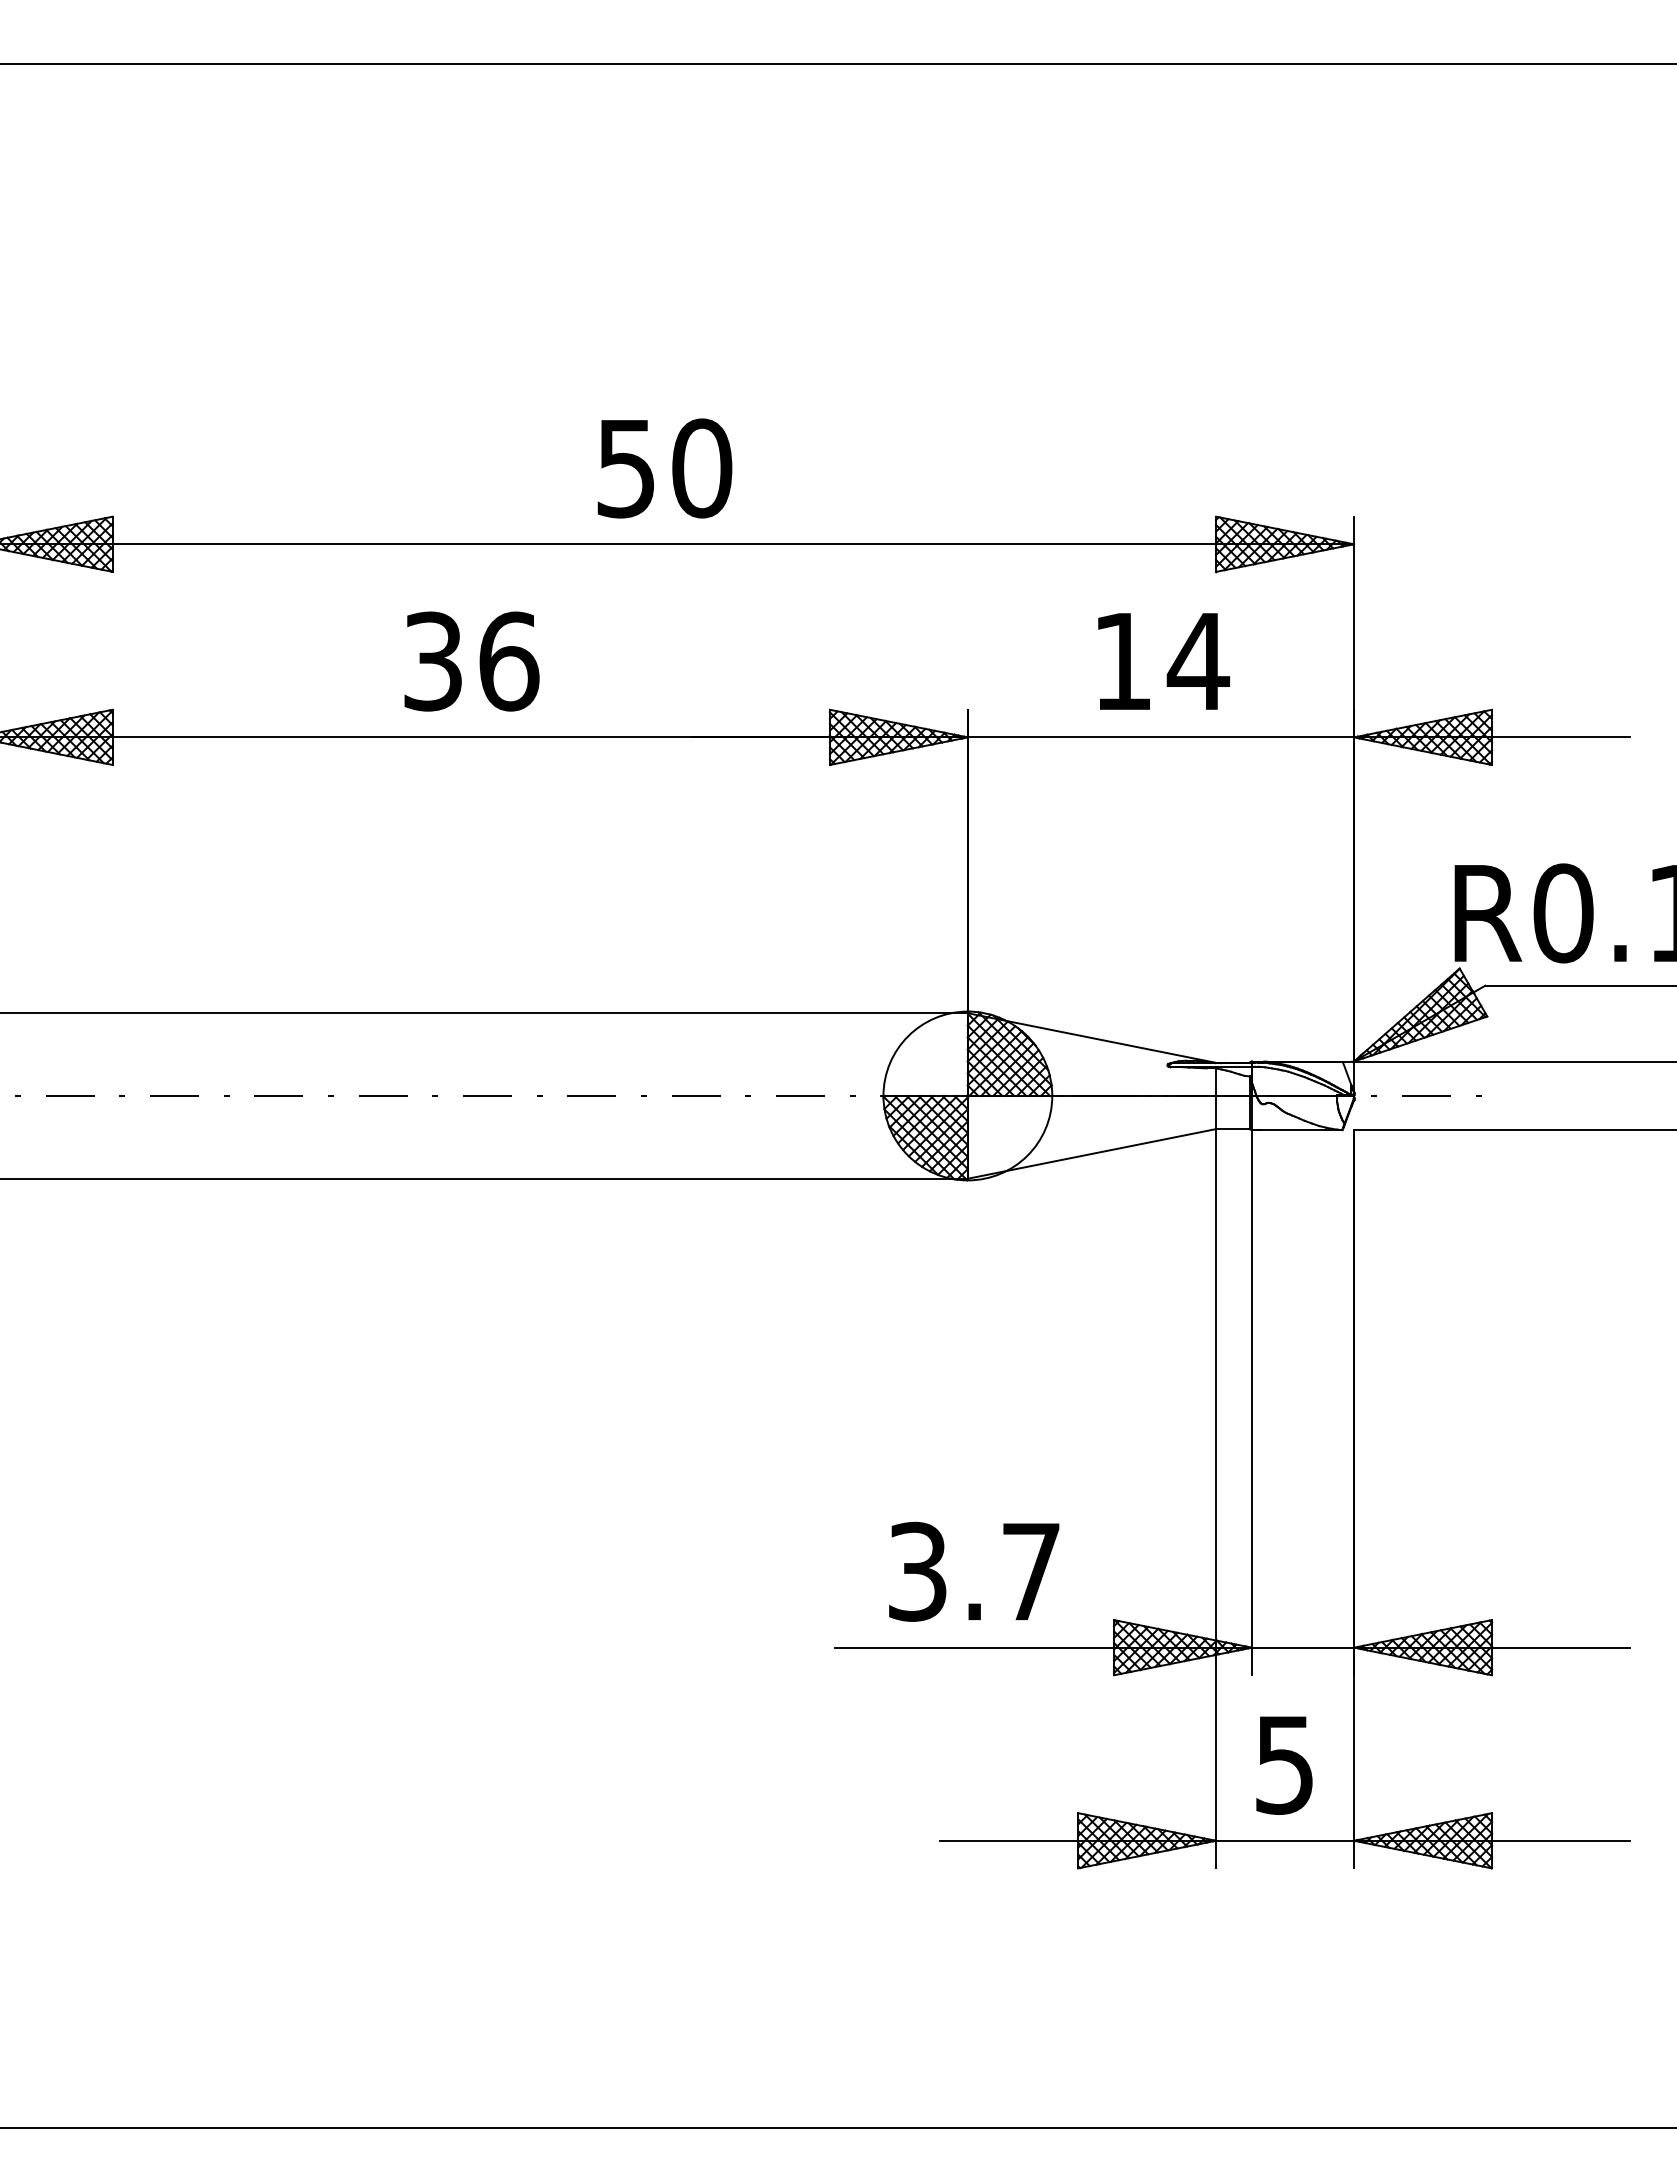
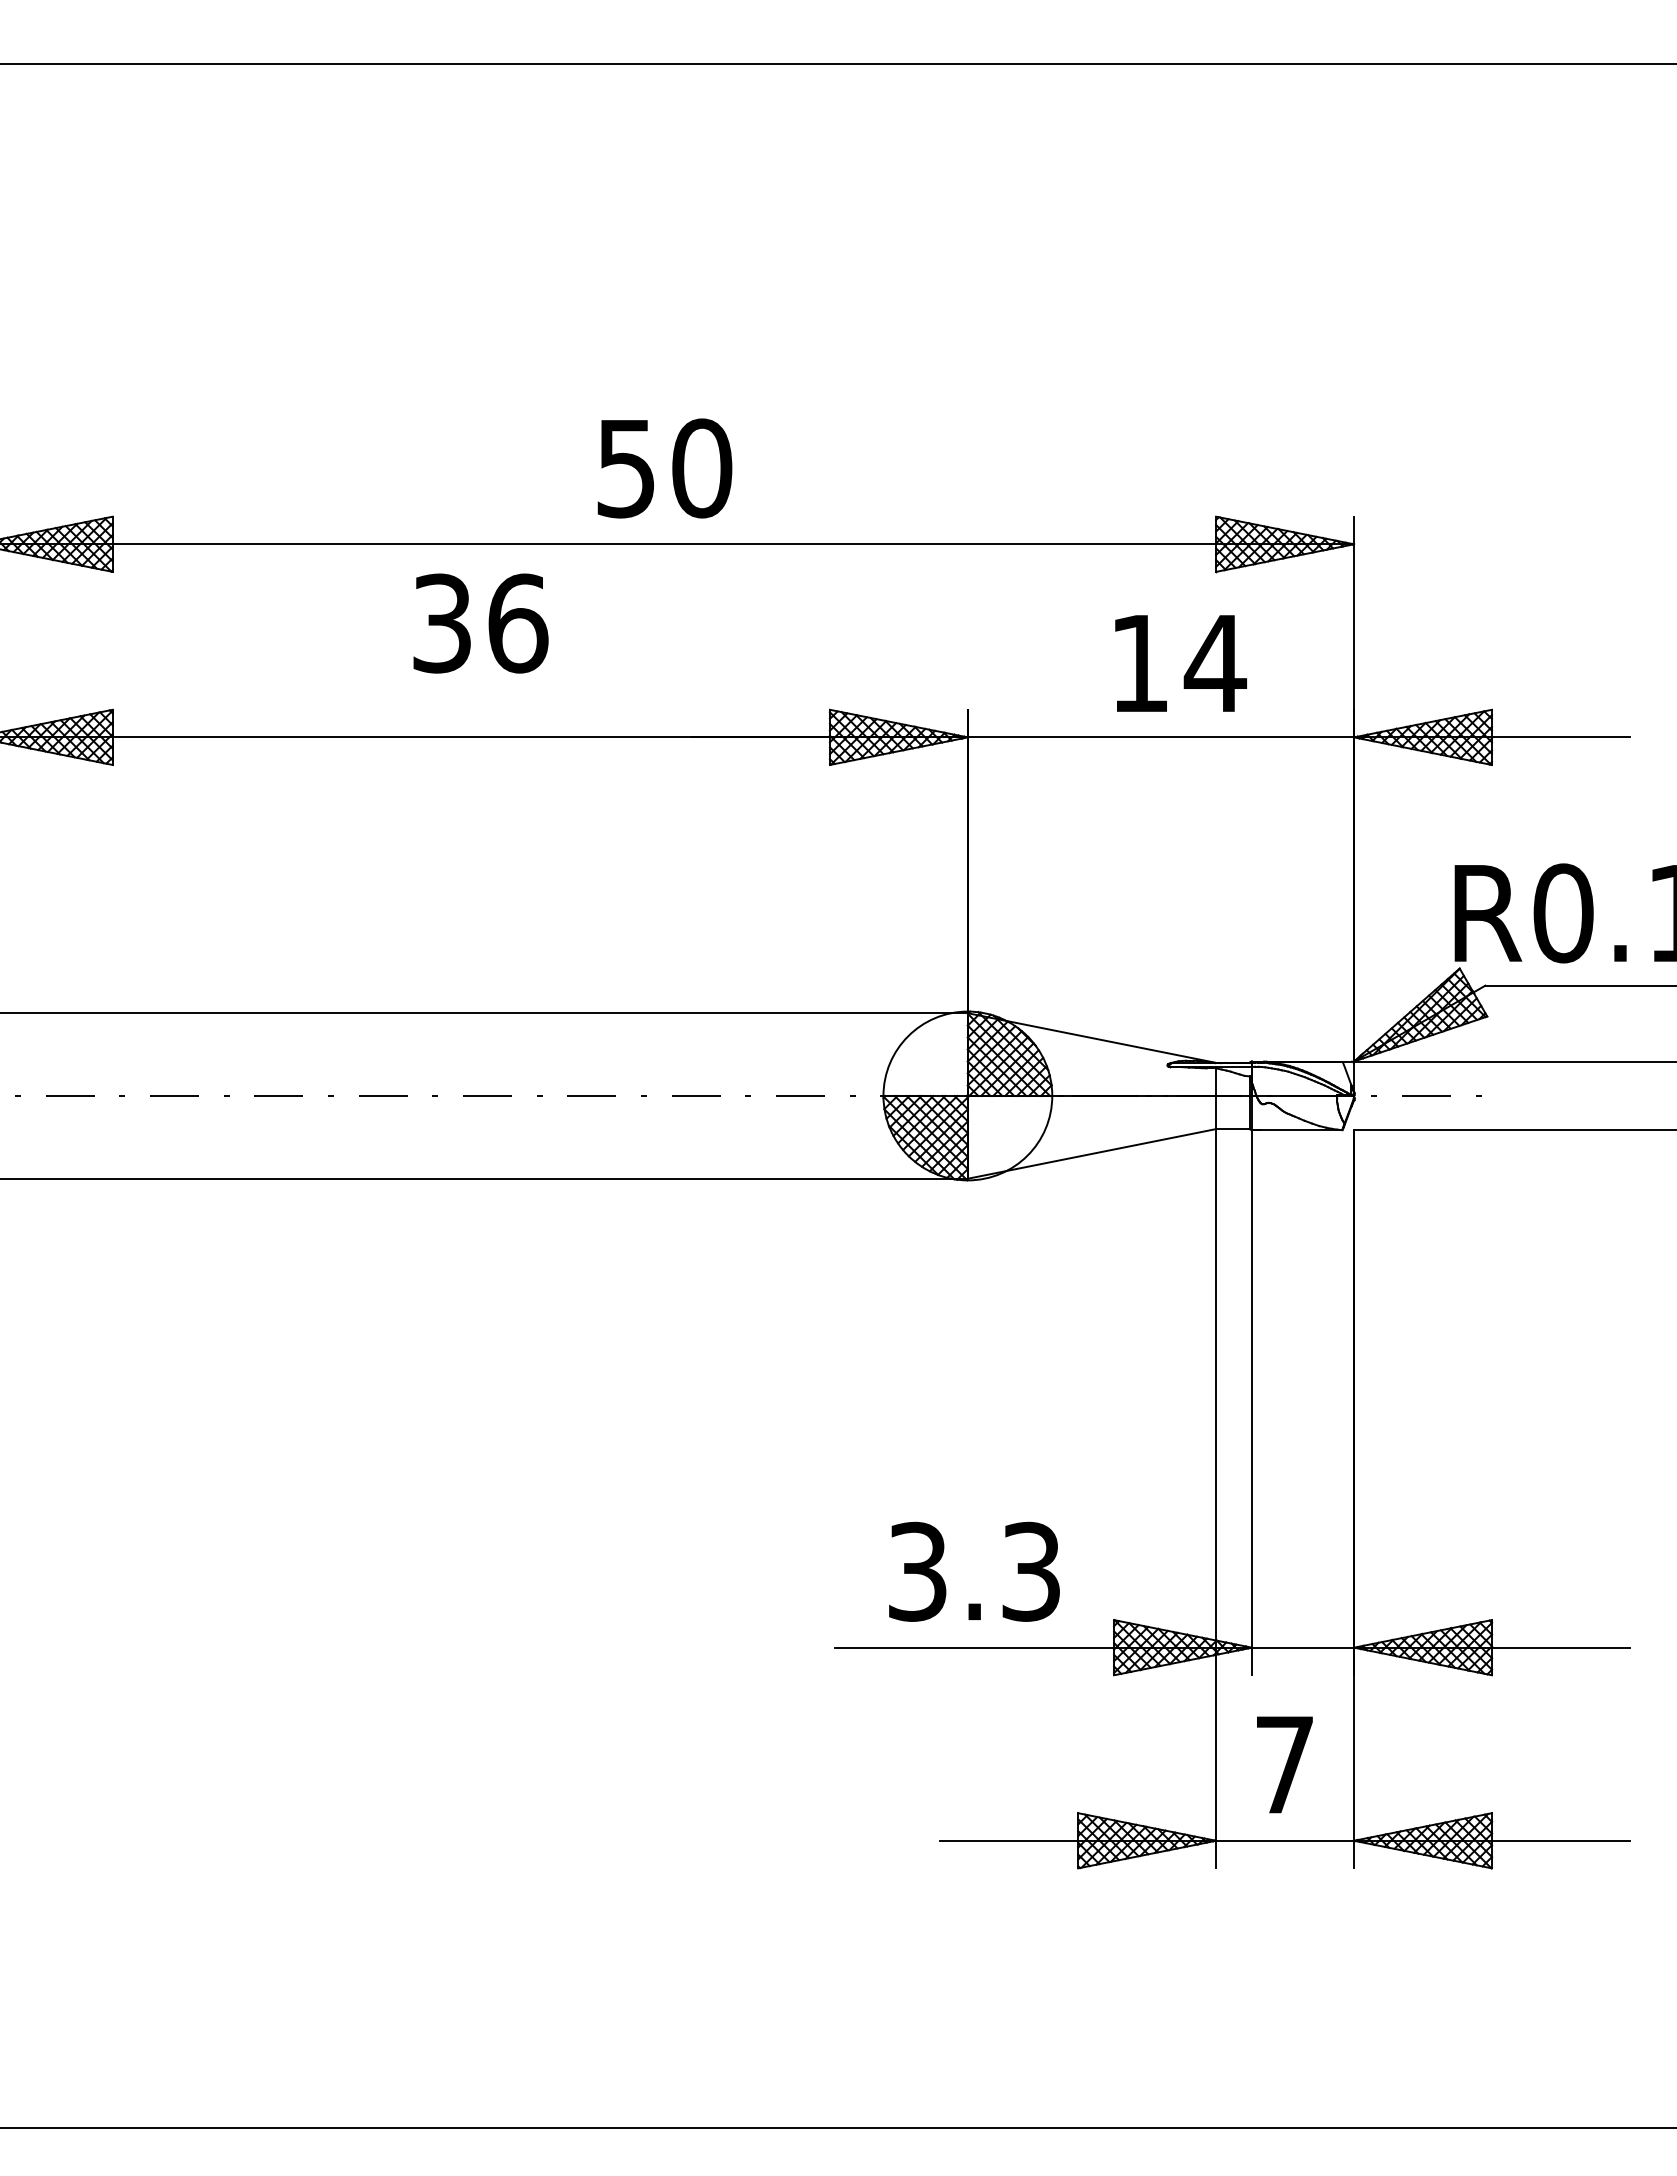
text at (471, 661) position: (471, 661) -> (480, 623)
text at (1163, 661) position: (1163, 661) -> (1180, 663)
text at (1030, 1571): 3.7 -> 3.3
text at (1284, 1765): 5 -> 7
